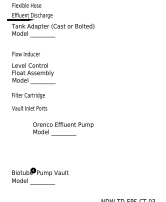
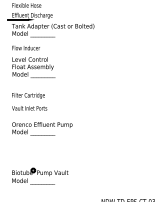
text at (33, 67) position: (33, 67) -> (33, 61)
text at (63, 128) position: (63, 128) -> (42, 128)
